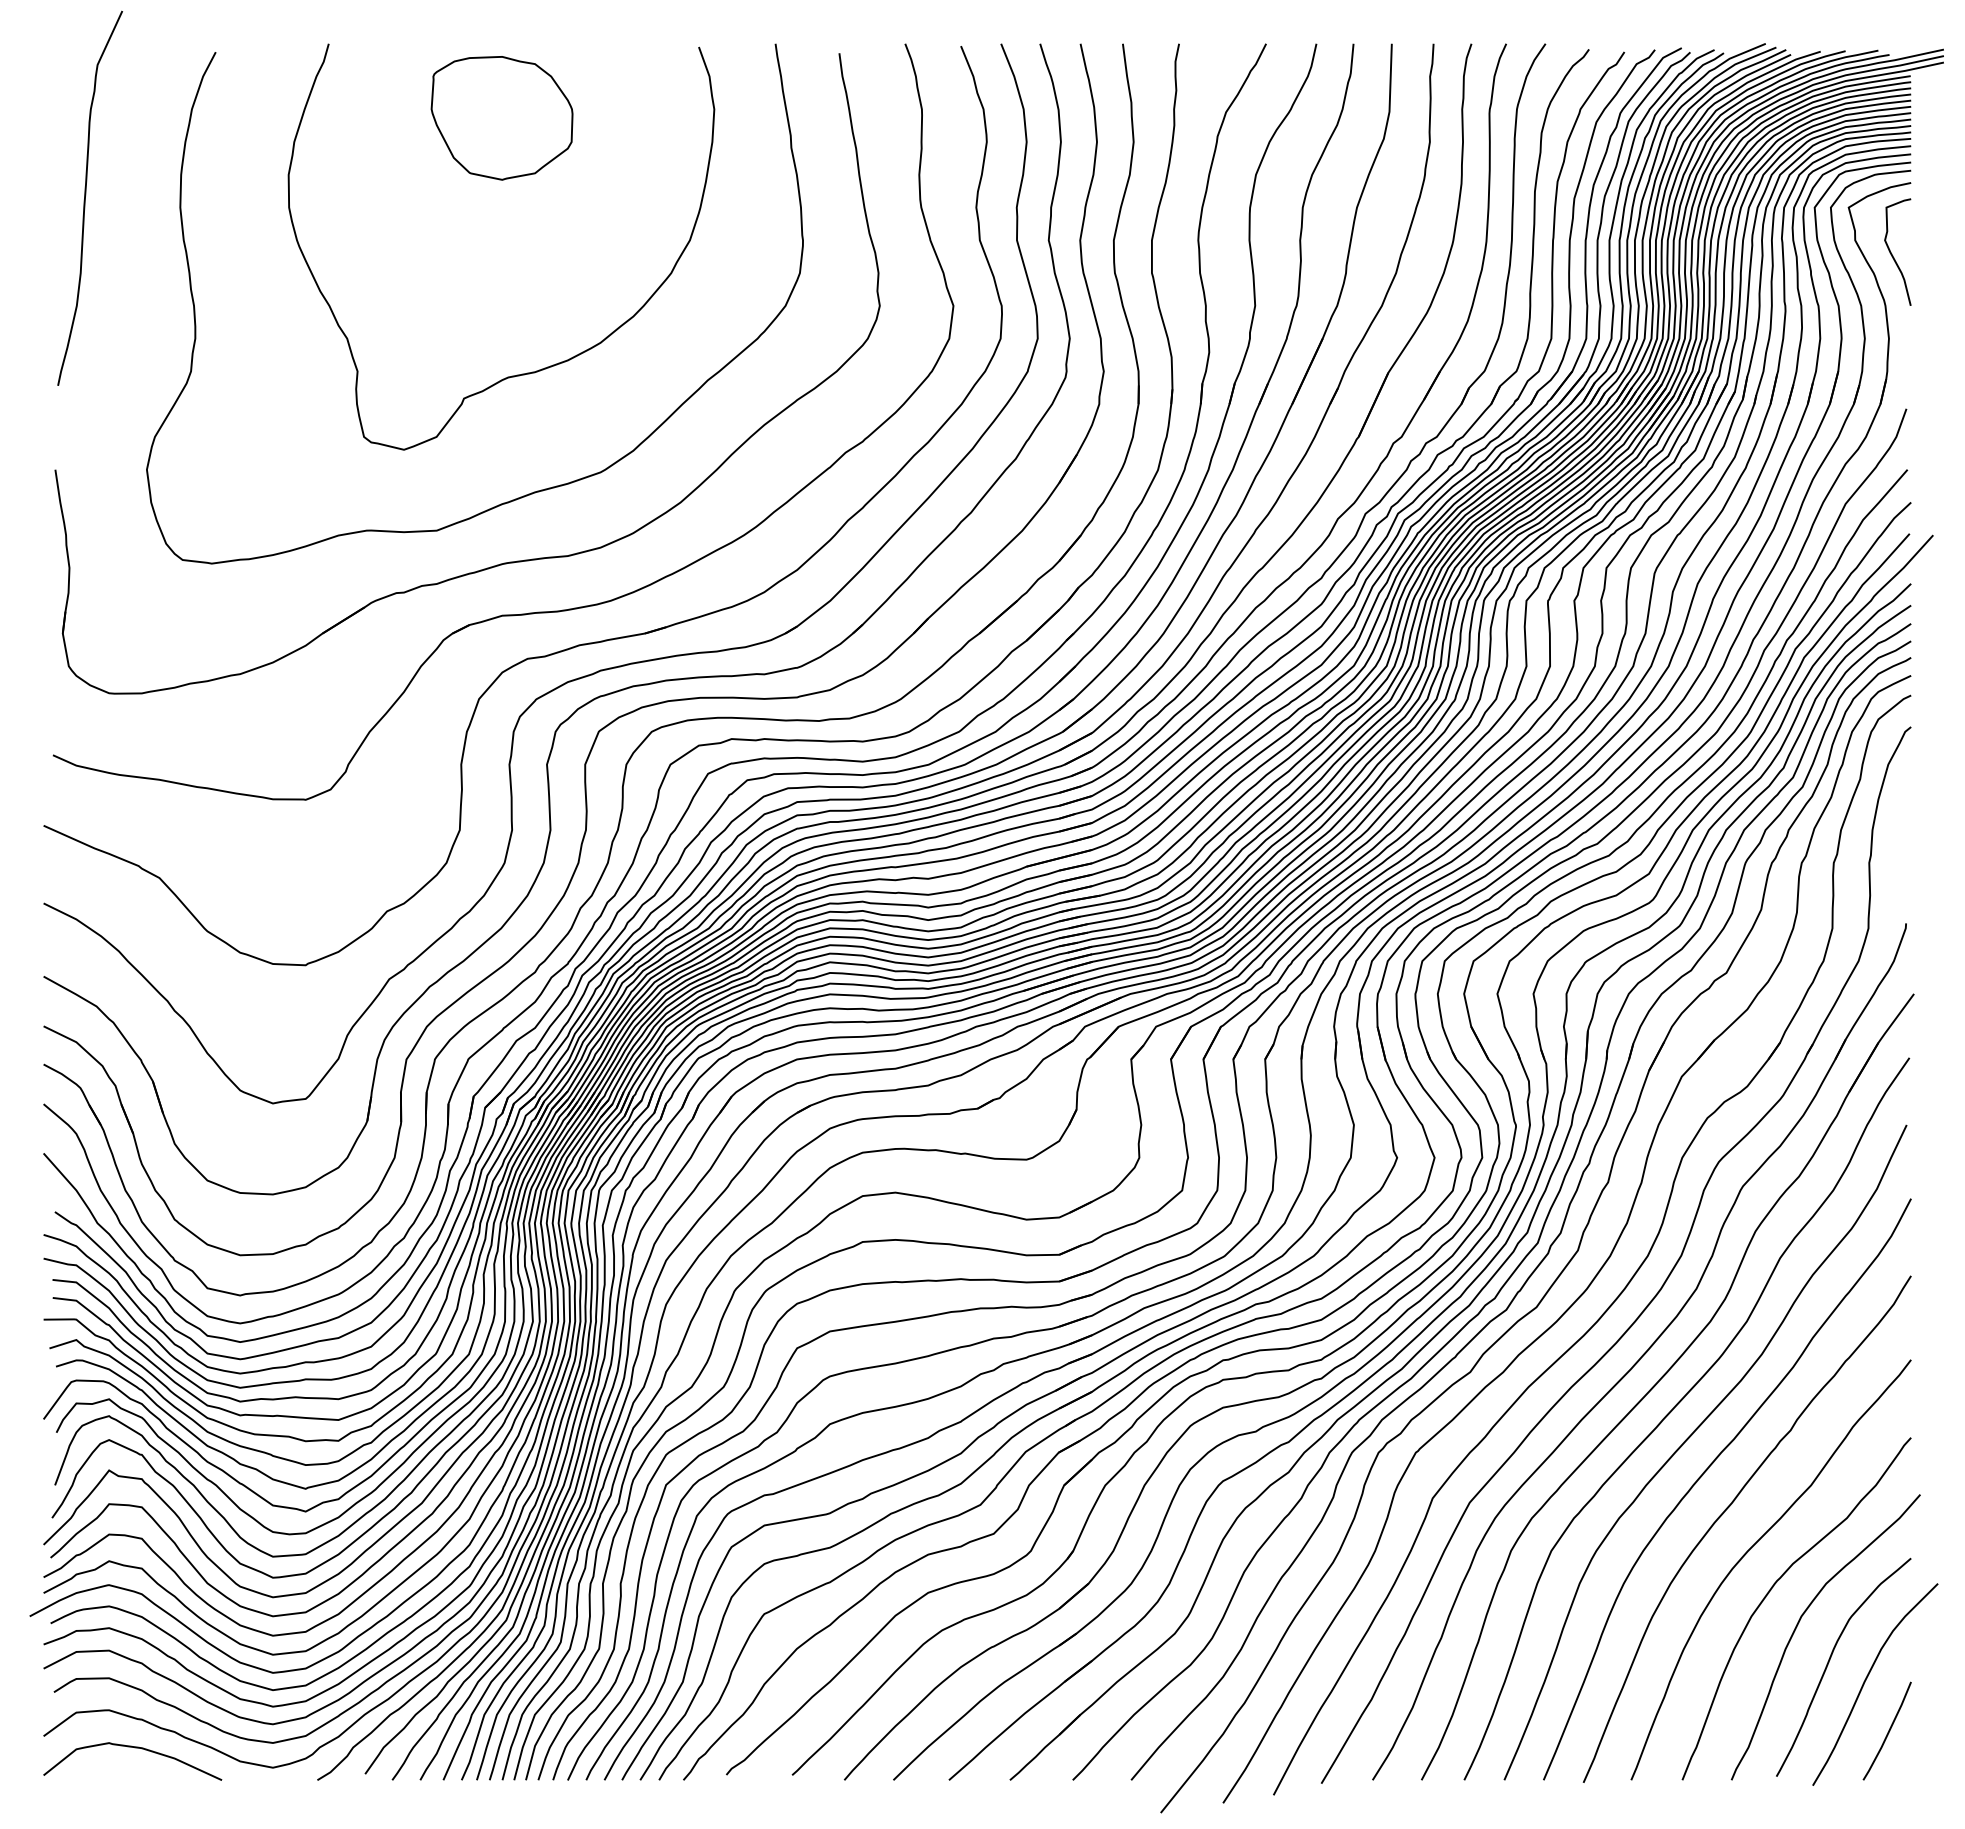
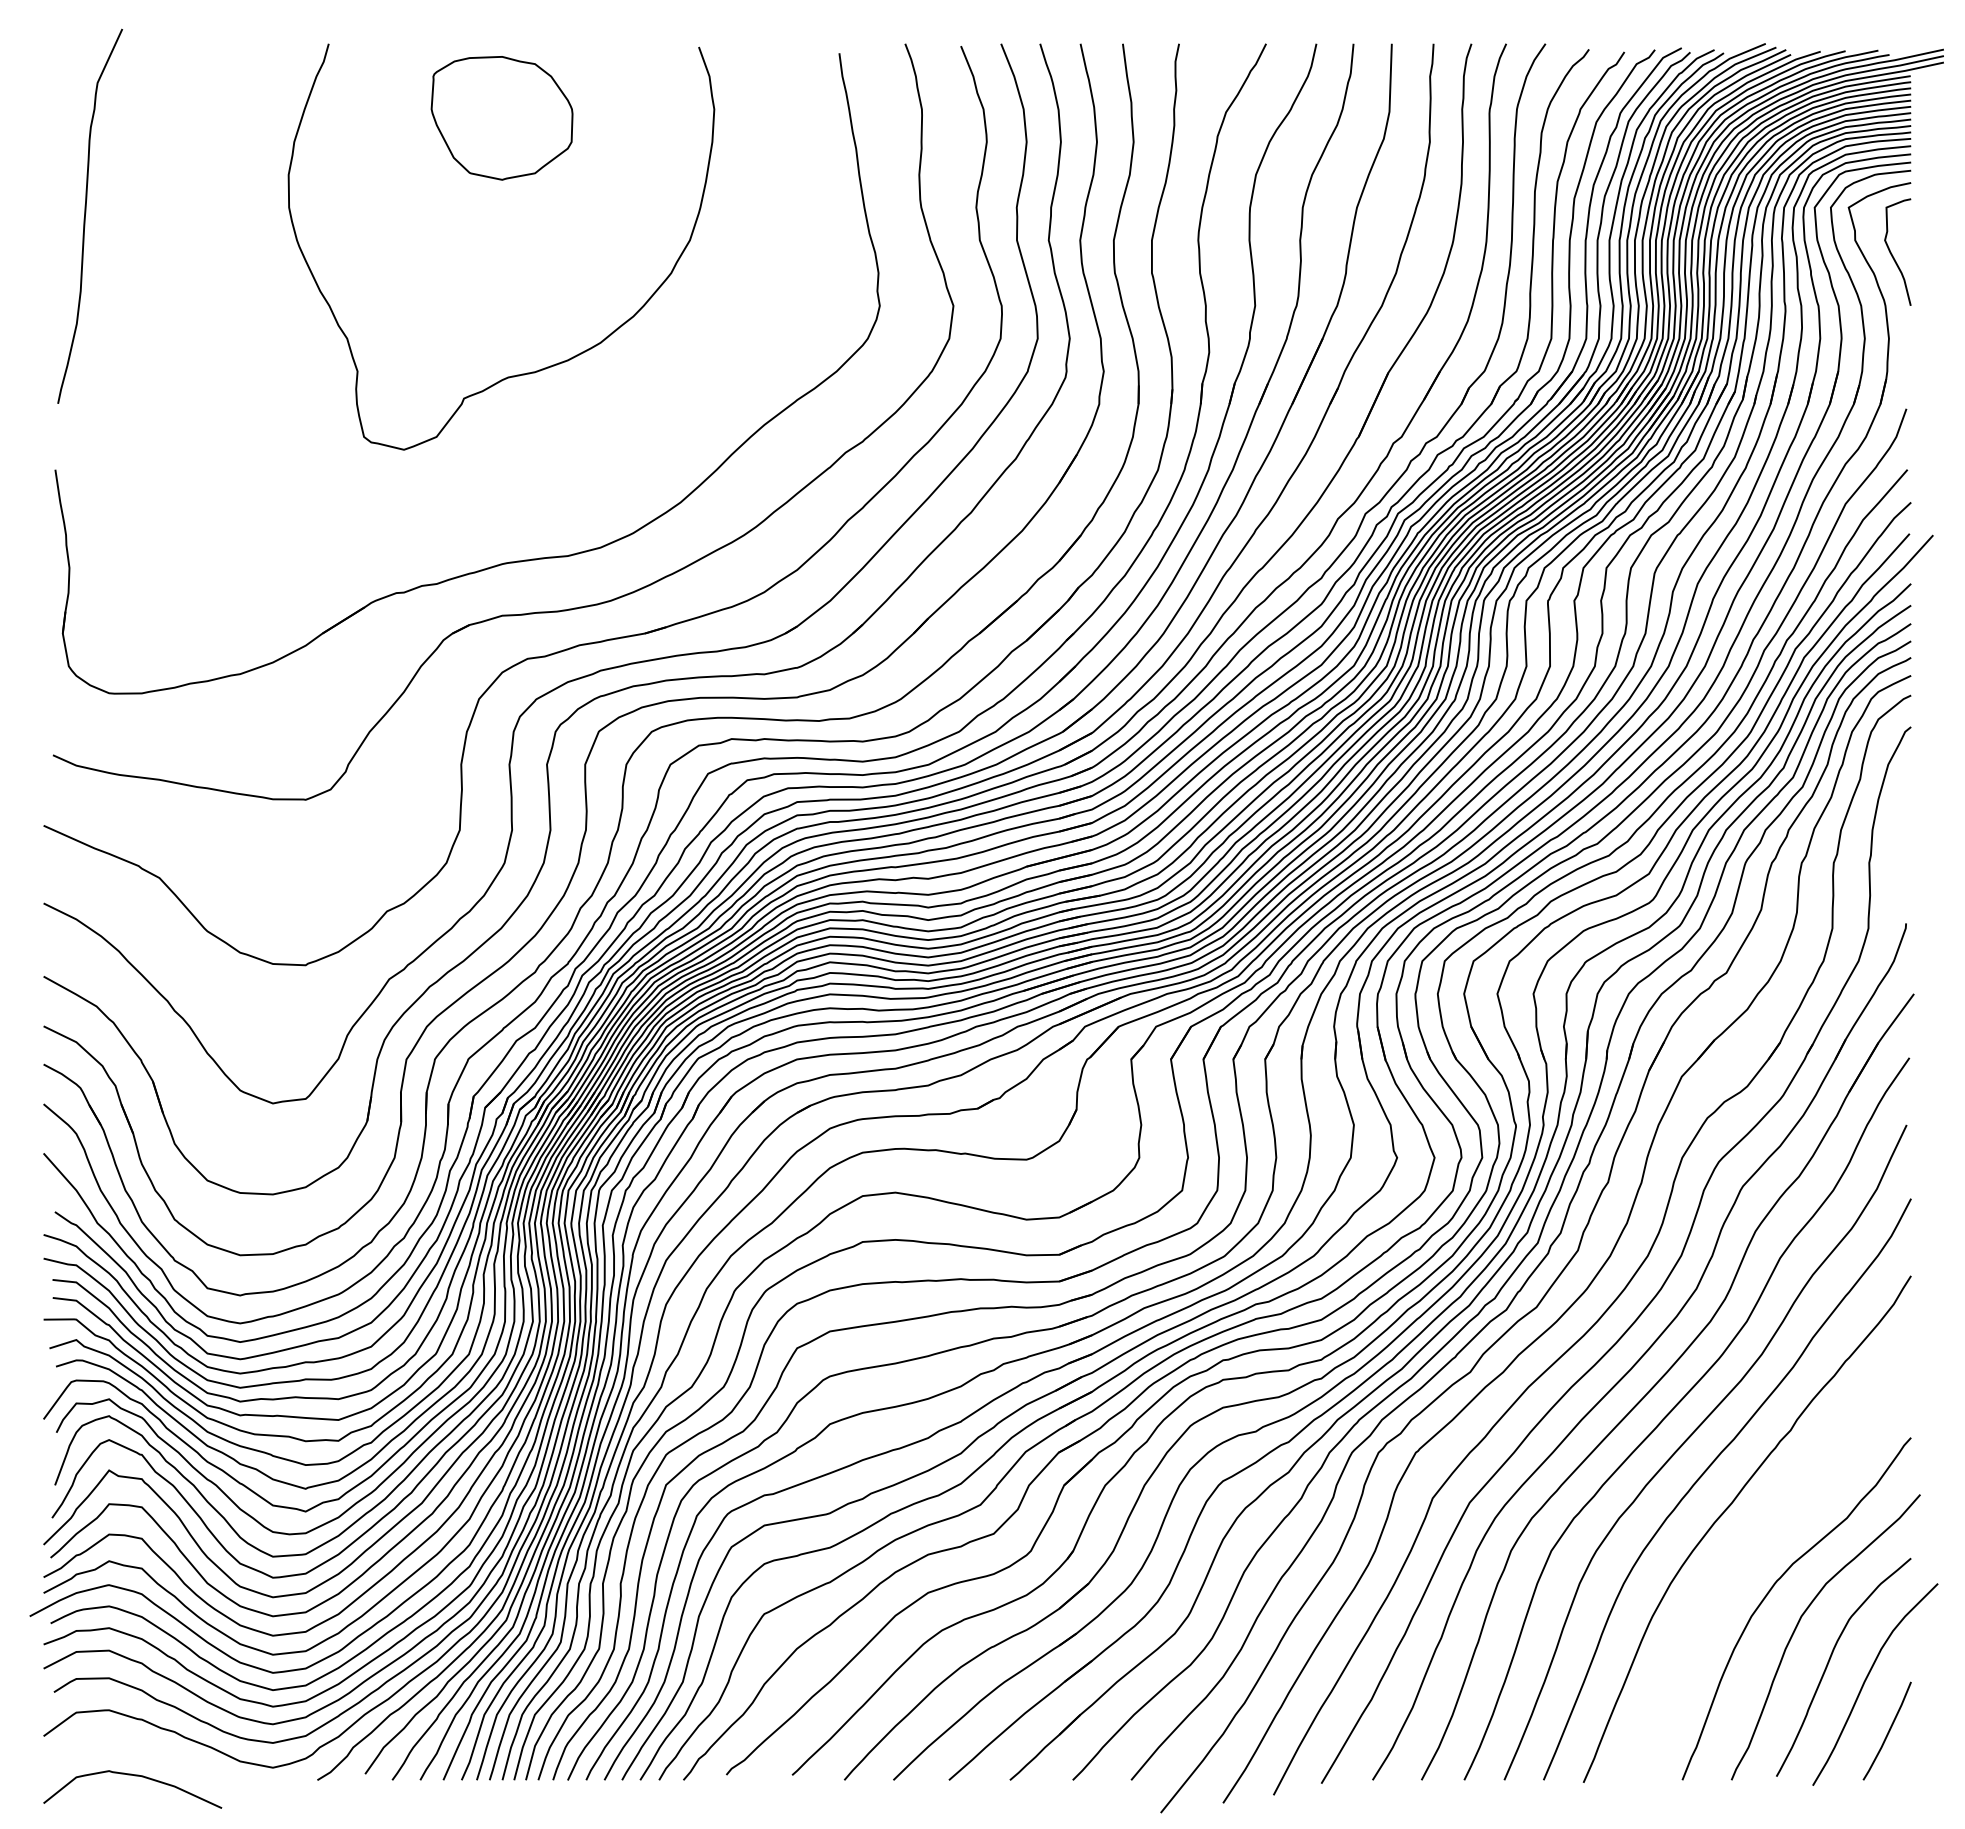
curve at (86, 195) position: (86, 195) -> (86, 213)
curve at (537, 490): present -> none
curve at (1747, 1553): present -> none
curve at (134, 1748) position: (134, 1748) -> (134, 1776)
